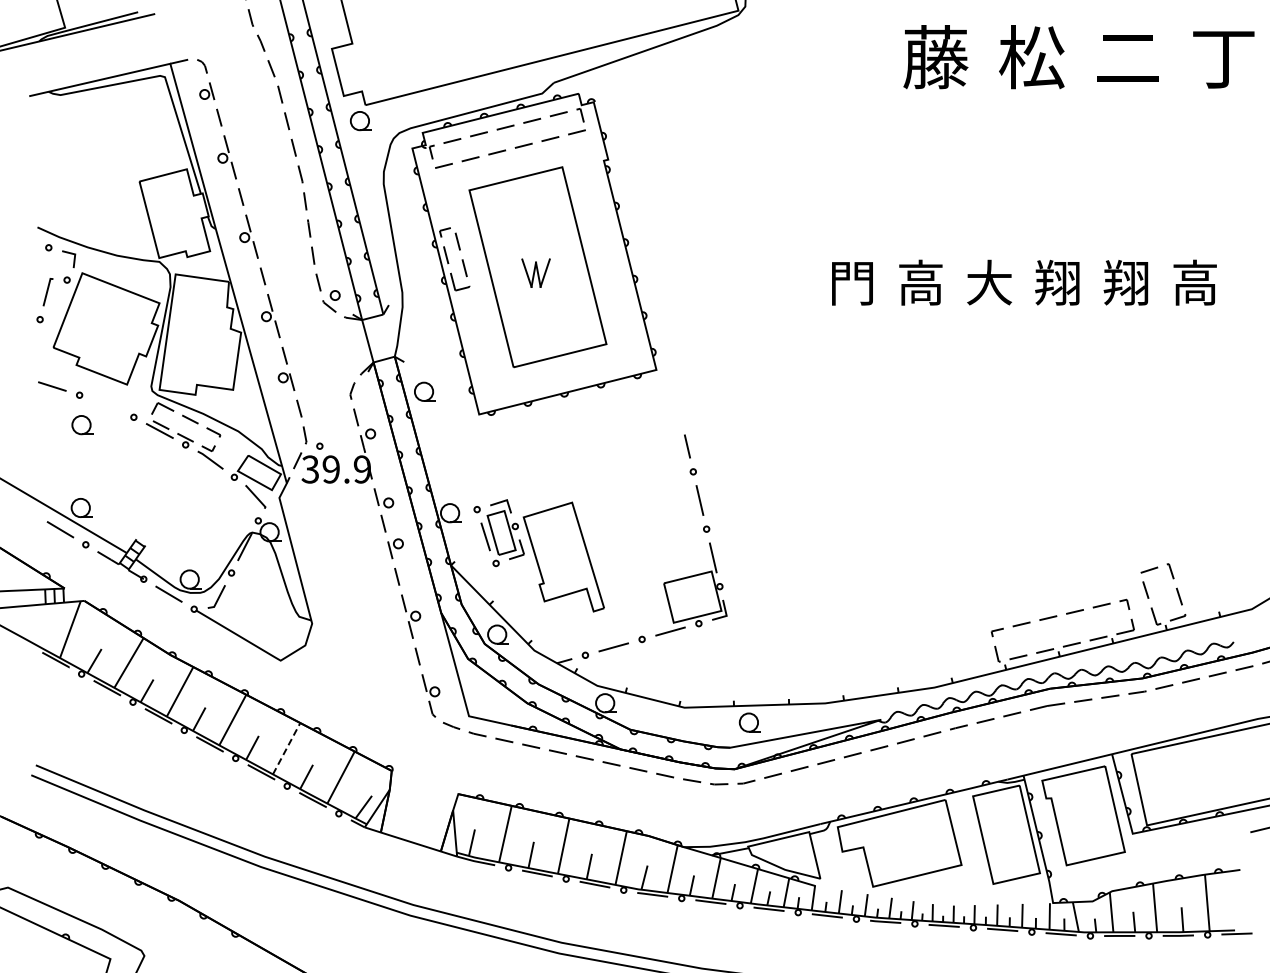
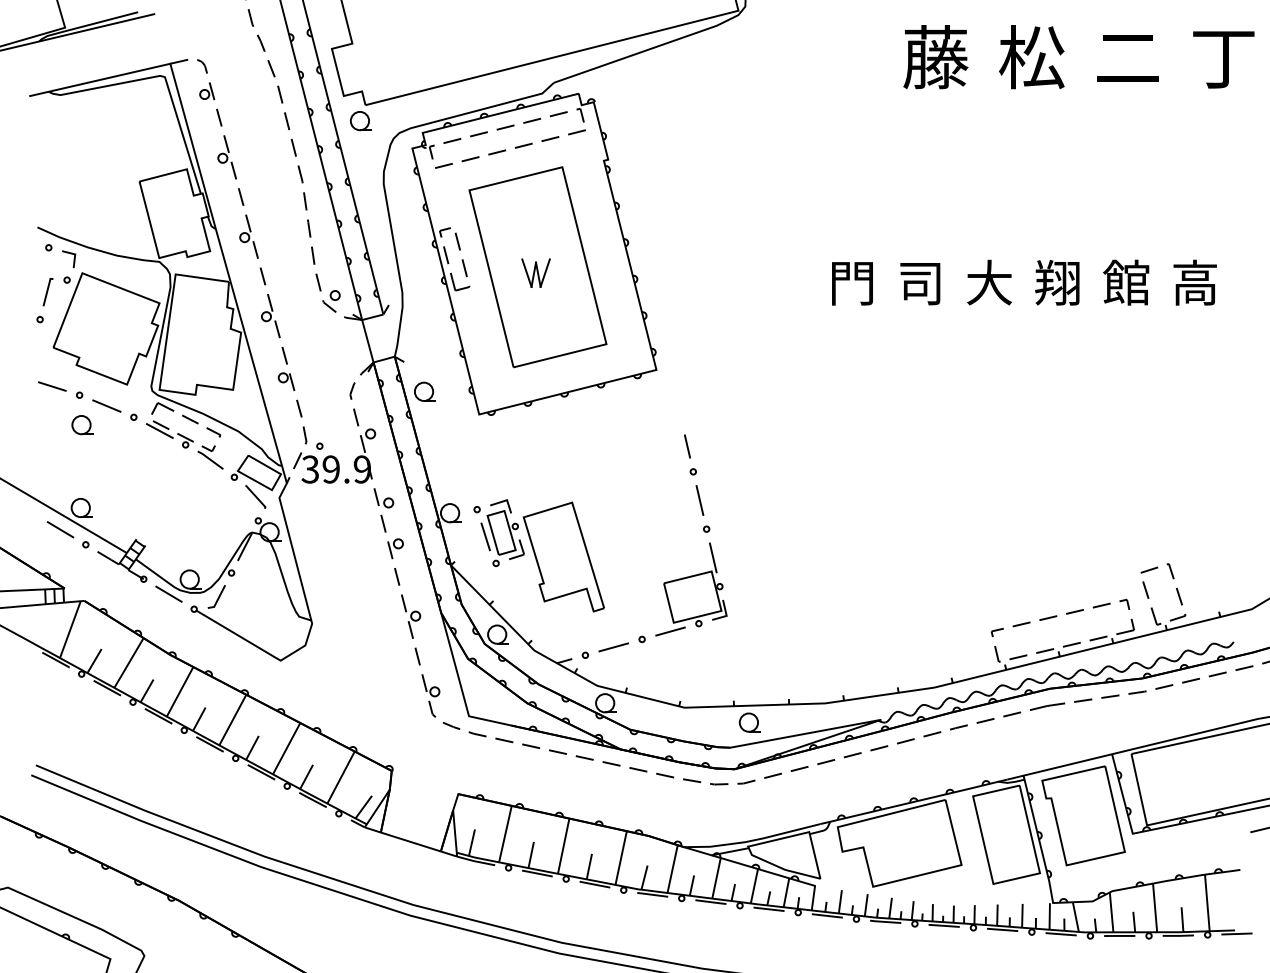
text at (920, 282): 高 -> 司
text at (1126, 282): 翔 -> 館
line at (106, 405): none -> present
line at (286, 748): dashed -> solid
